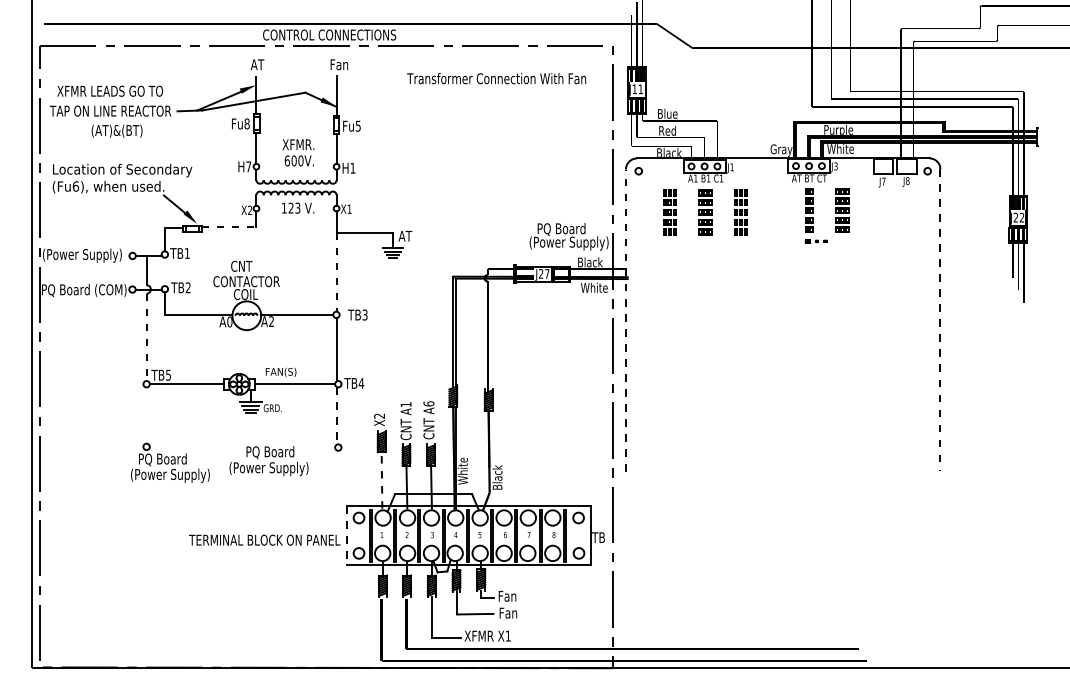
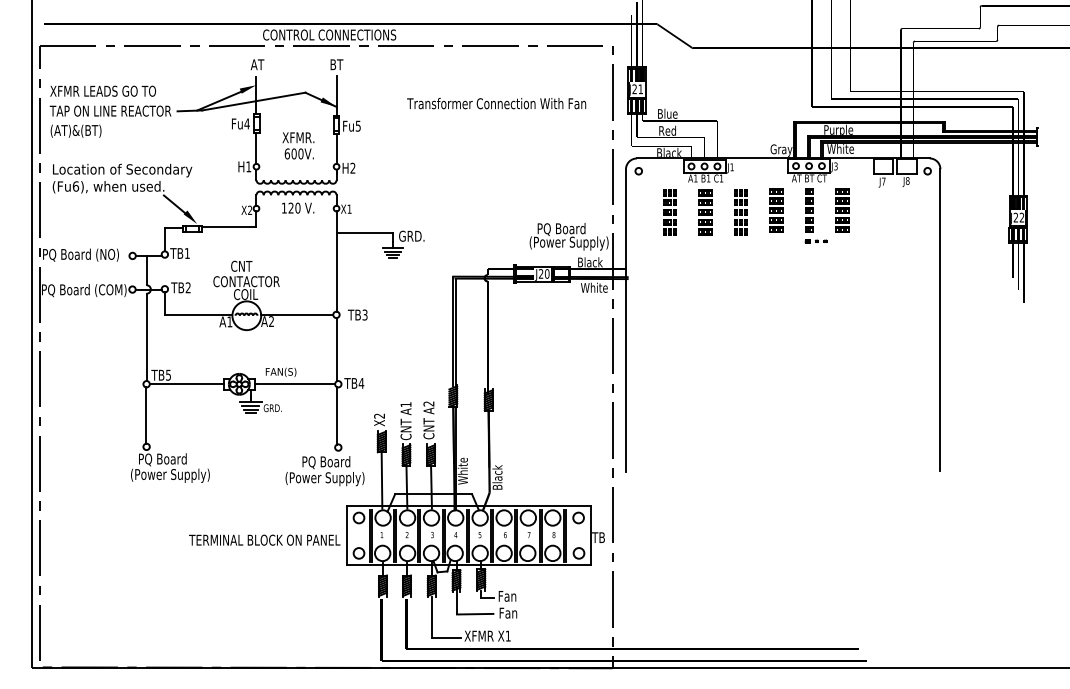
text at (339, 64): Fan -> BT
text at (496, 78) position: (496, 78) -> (496, 103)
text at (634, 88): J11 -> J21
text at (109, 90) position: (109, 90) -> (102, 90)
text at (246, 123): Fu8 -> Fu4
text at (116, 130) position: (116, 130) -> (75, 130)
text at (298, 152) position: (298, 152) -> (298, 145)
text at (248, 166): H7 -> H1
text at (352, 167): H1 -> H2
text at (297, 207): 123 -> 120
part at (776, 210): none -> present
line at (229, 227): dashed -> solid
text at (411, 235): AT -> GRD.
text at (82, 255): (Power Supply) -> PQ Board (NO)
line at (336, 272): dashed -> solid
text at (546, 273): J27 -> J20
line at (625, 320): dashed -> solid
line at (940, 320): dashed -> solid
text at (229, 321): A0 -> A1
line at (146, 337): dashed -> solid
text at (428, 403): A6 -> A2
line at (146, 415): none -> present
line at (337, 415): dashed -> solid
text at (268, 461) position: (268, 461) -> (324, 471)
line at (382, 479): dashed -> solid
line at (347, 536): dashed -> solid
